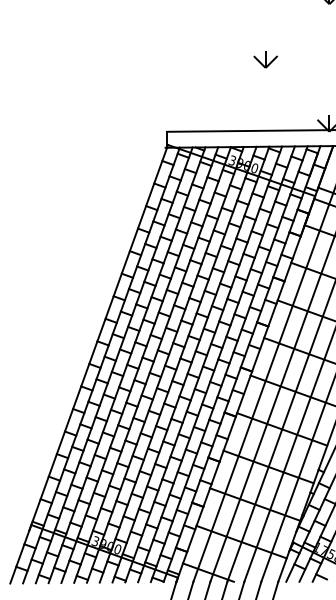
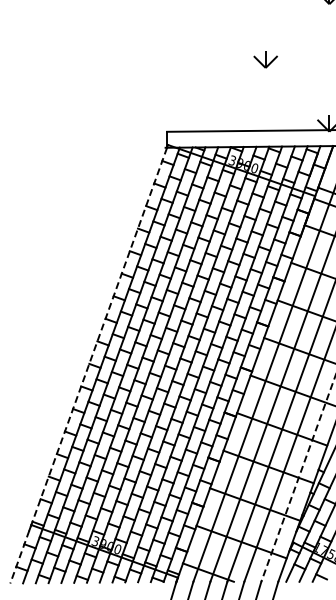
line at (88, 365): solid -> dashed
line at (298, 478): solid -> dashed
